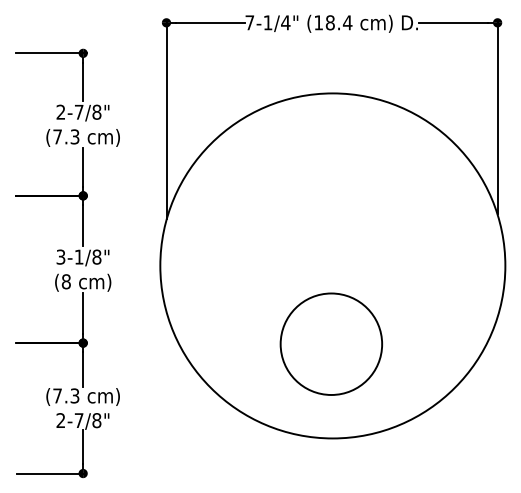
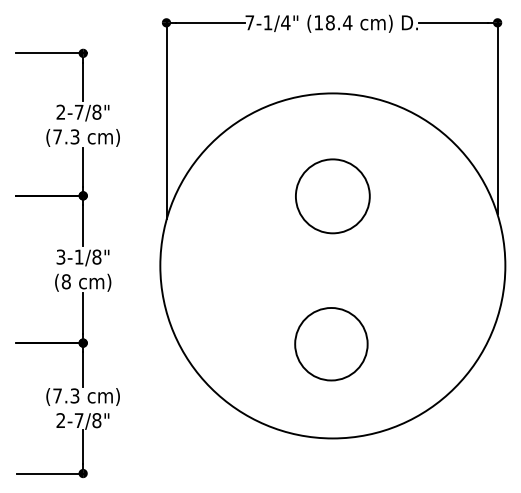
circle at (332, 196): none -> present
circle at (331, 343) diameter: 101 px -> 72 px
